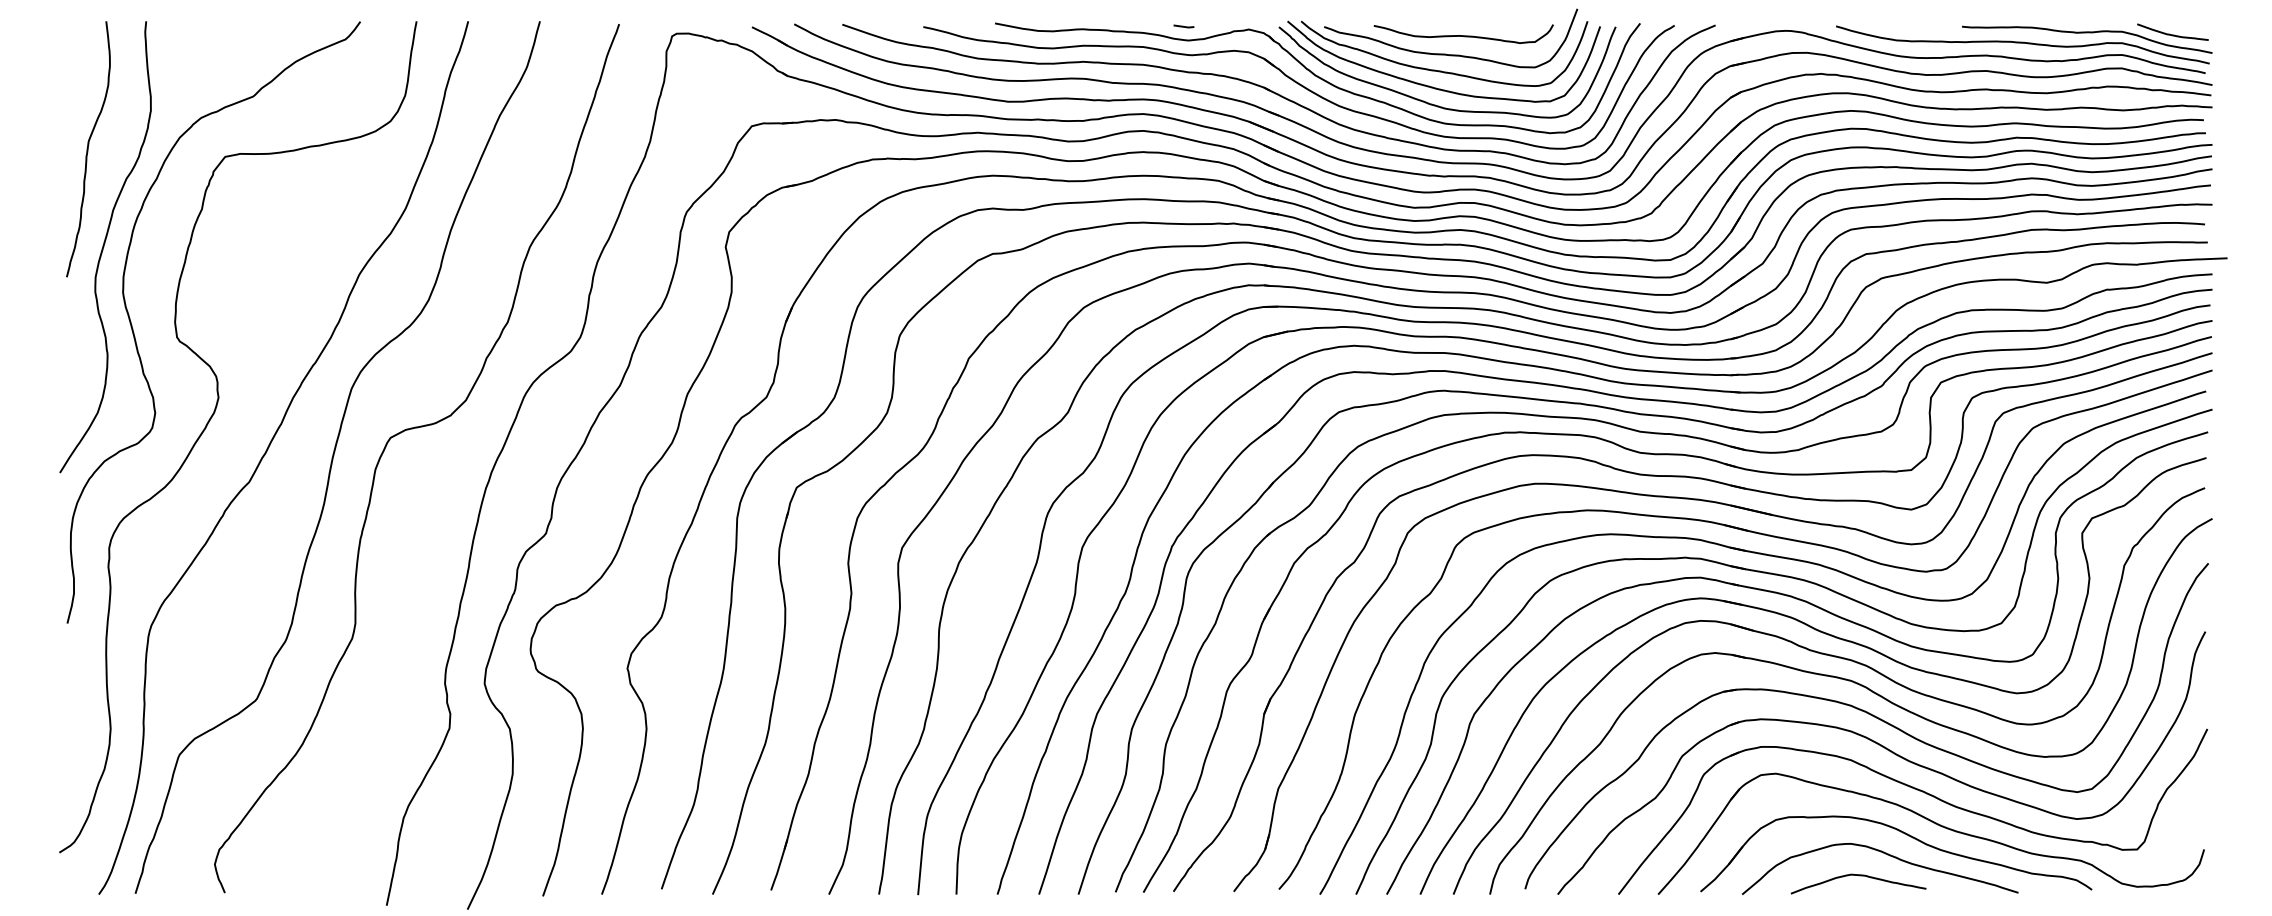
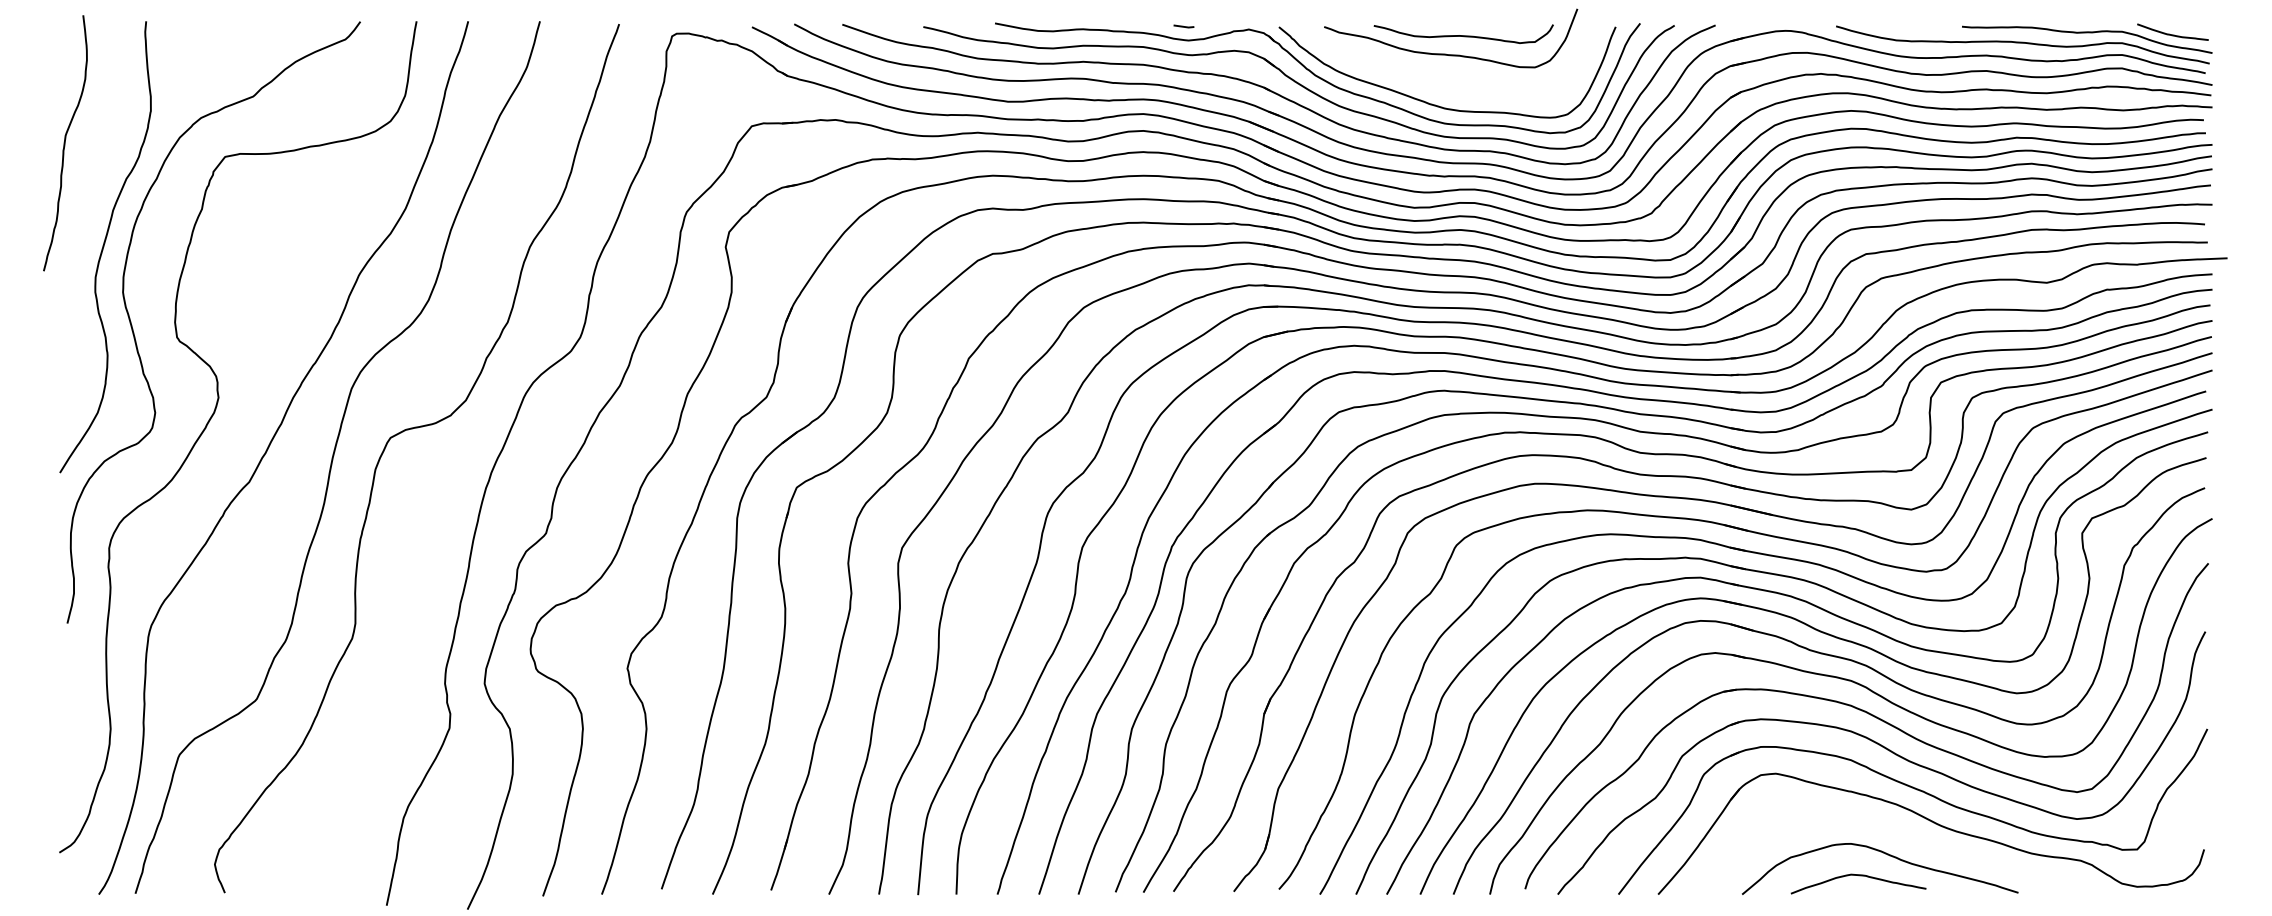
part at (1441, 70): present -> none
curve at (88, 149) position: (88, 149) -> (65, 143)
part at (1906, 835): present -> none
